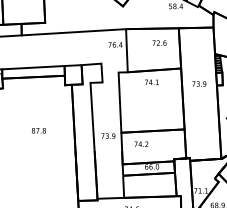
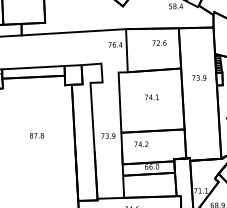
part at (151, 82) position: (151, 82) -> (151, 97)
part at (199, 83) position: (199, 83) -> (199, 77)
part at (38, 130) position: (38, 130) -> (36, 135)
